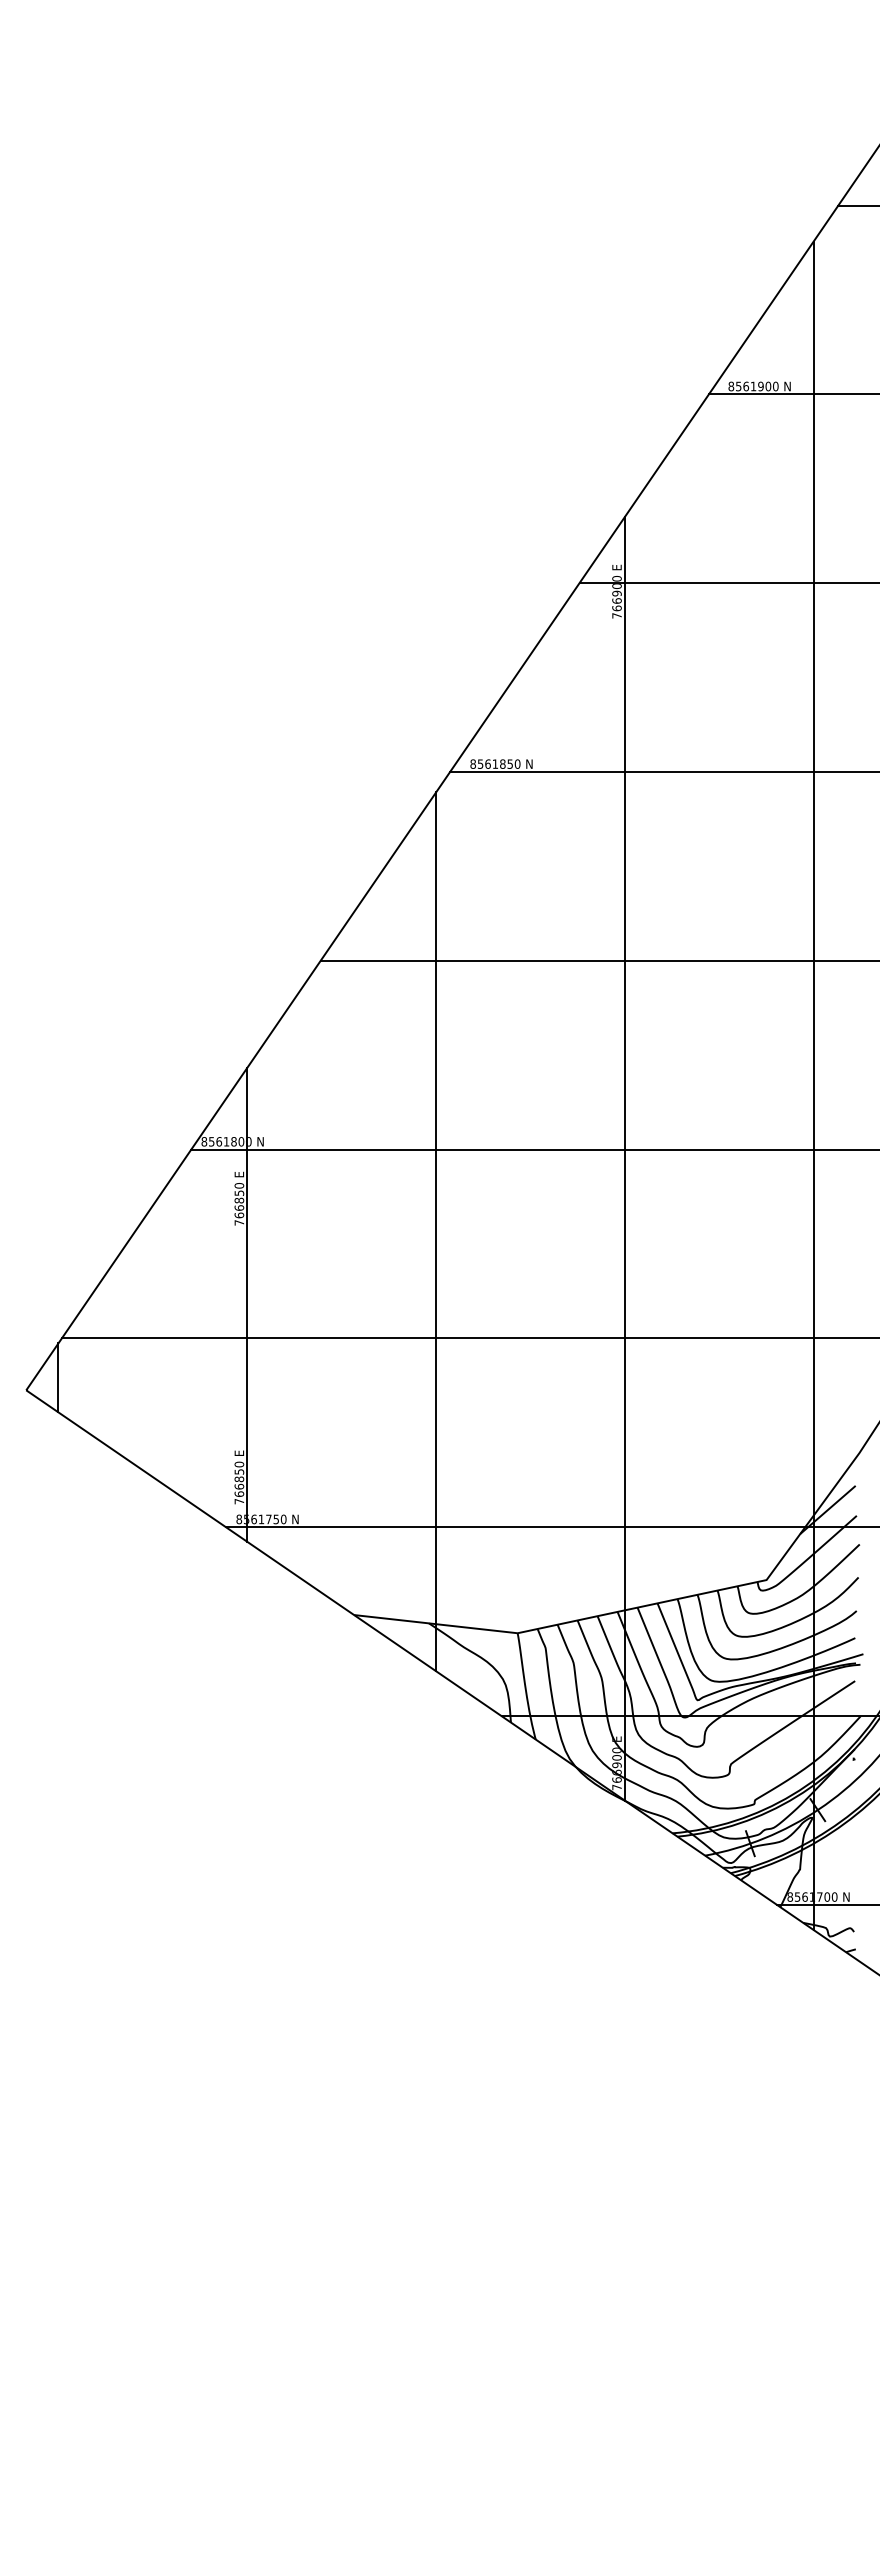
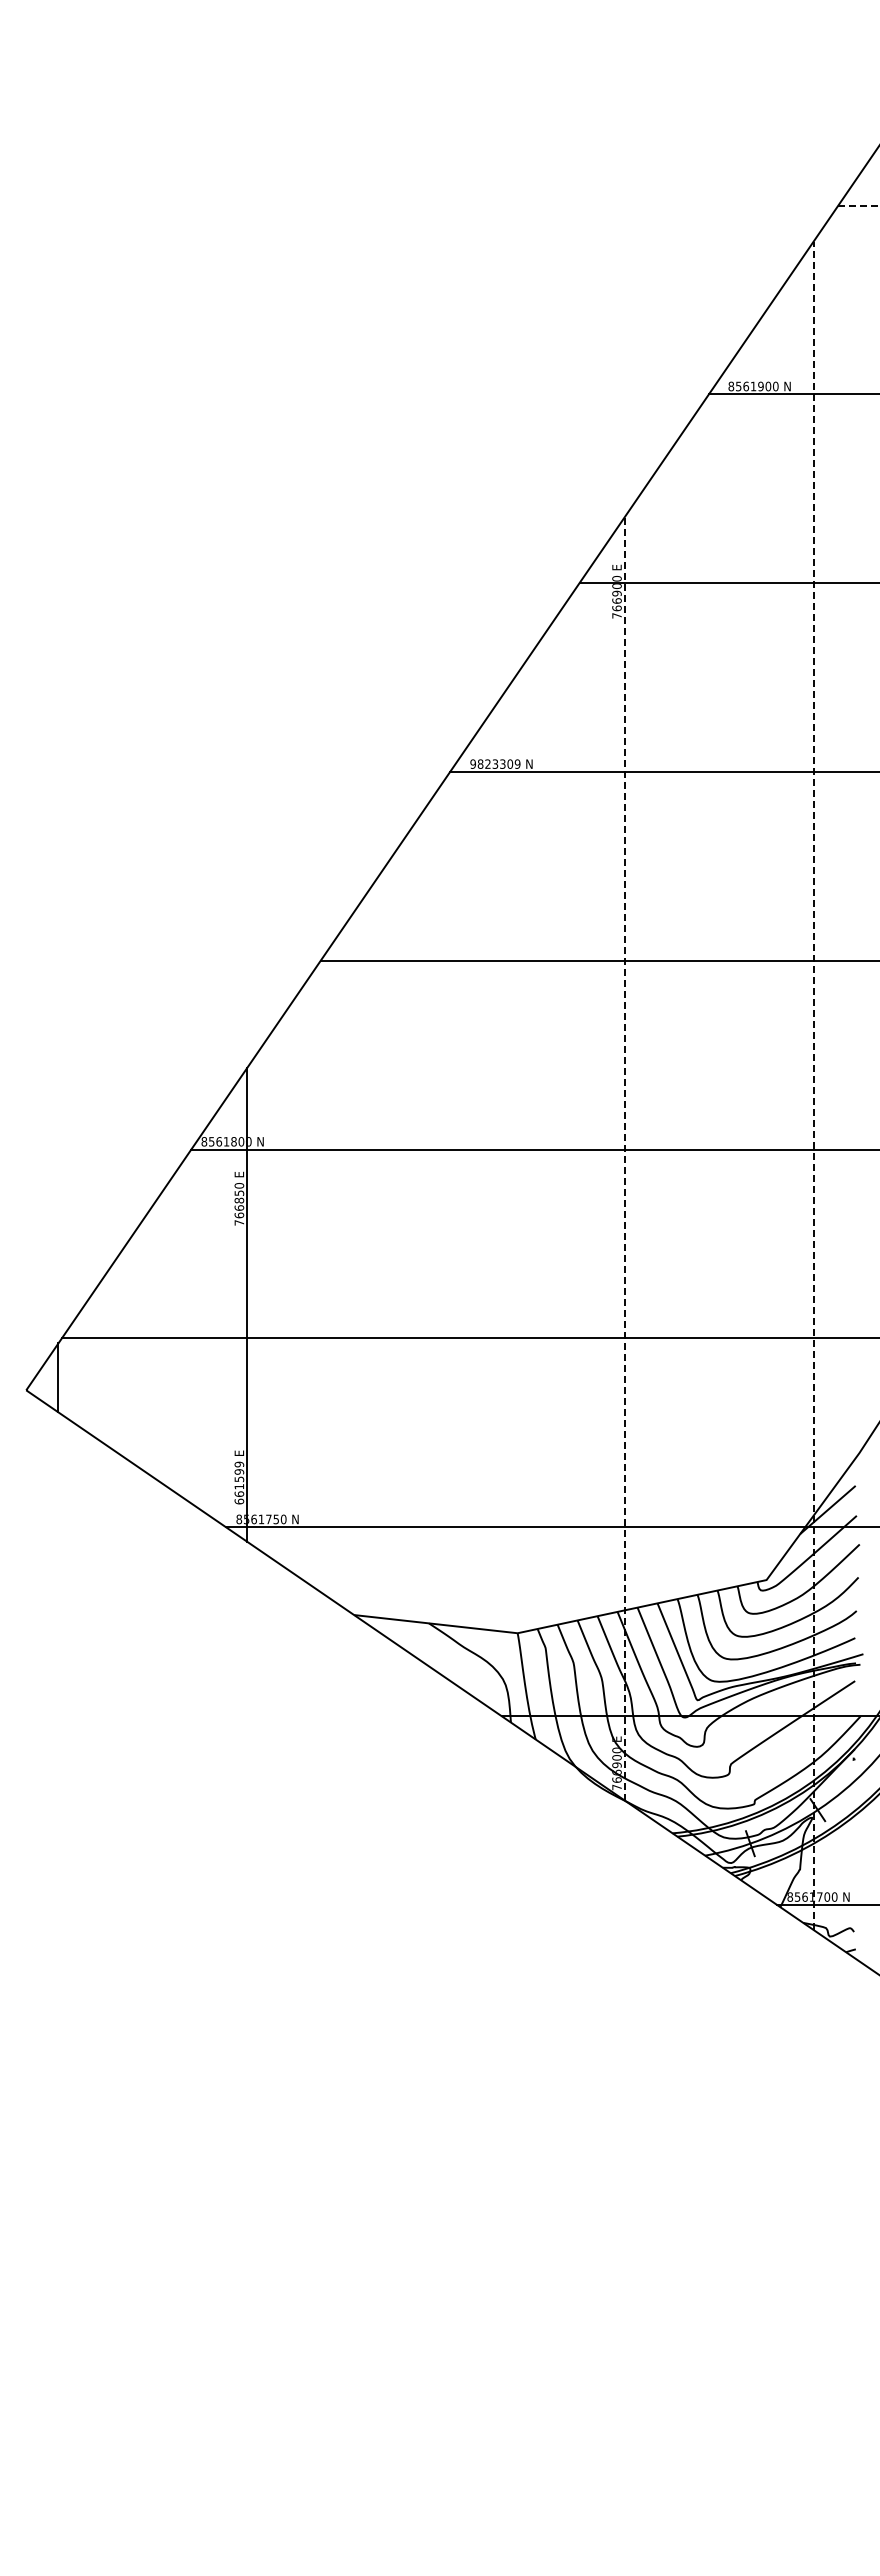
line at (859, 205): solid -> dashed
text at (495, 763): 8561850 -> 9823309
line at (813, 1085): solid -> dashed
line at (624, 1158): solid -> dashed
line at (436, 1231): present -> none
text at (239, 1482): 766850 -> 661599
